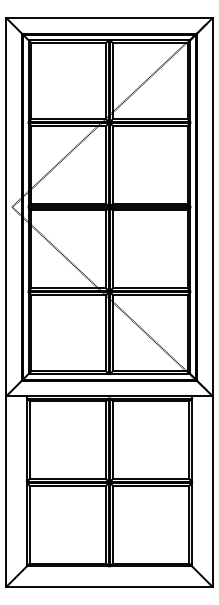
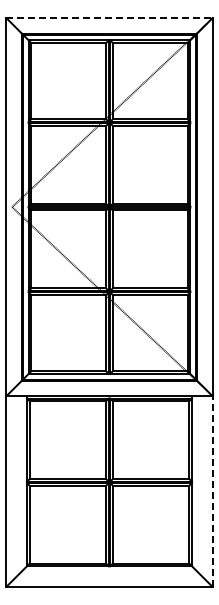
line at (109, 18): solid -> dashed
line at (212, 491): solid -> dashed
